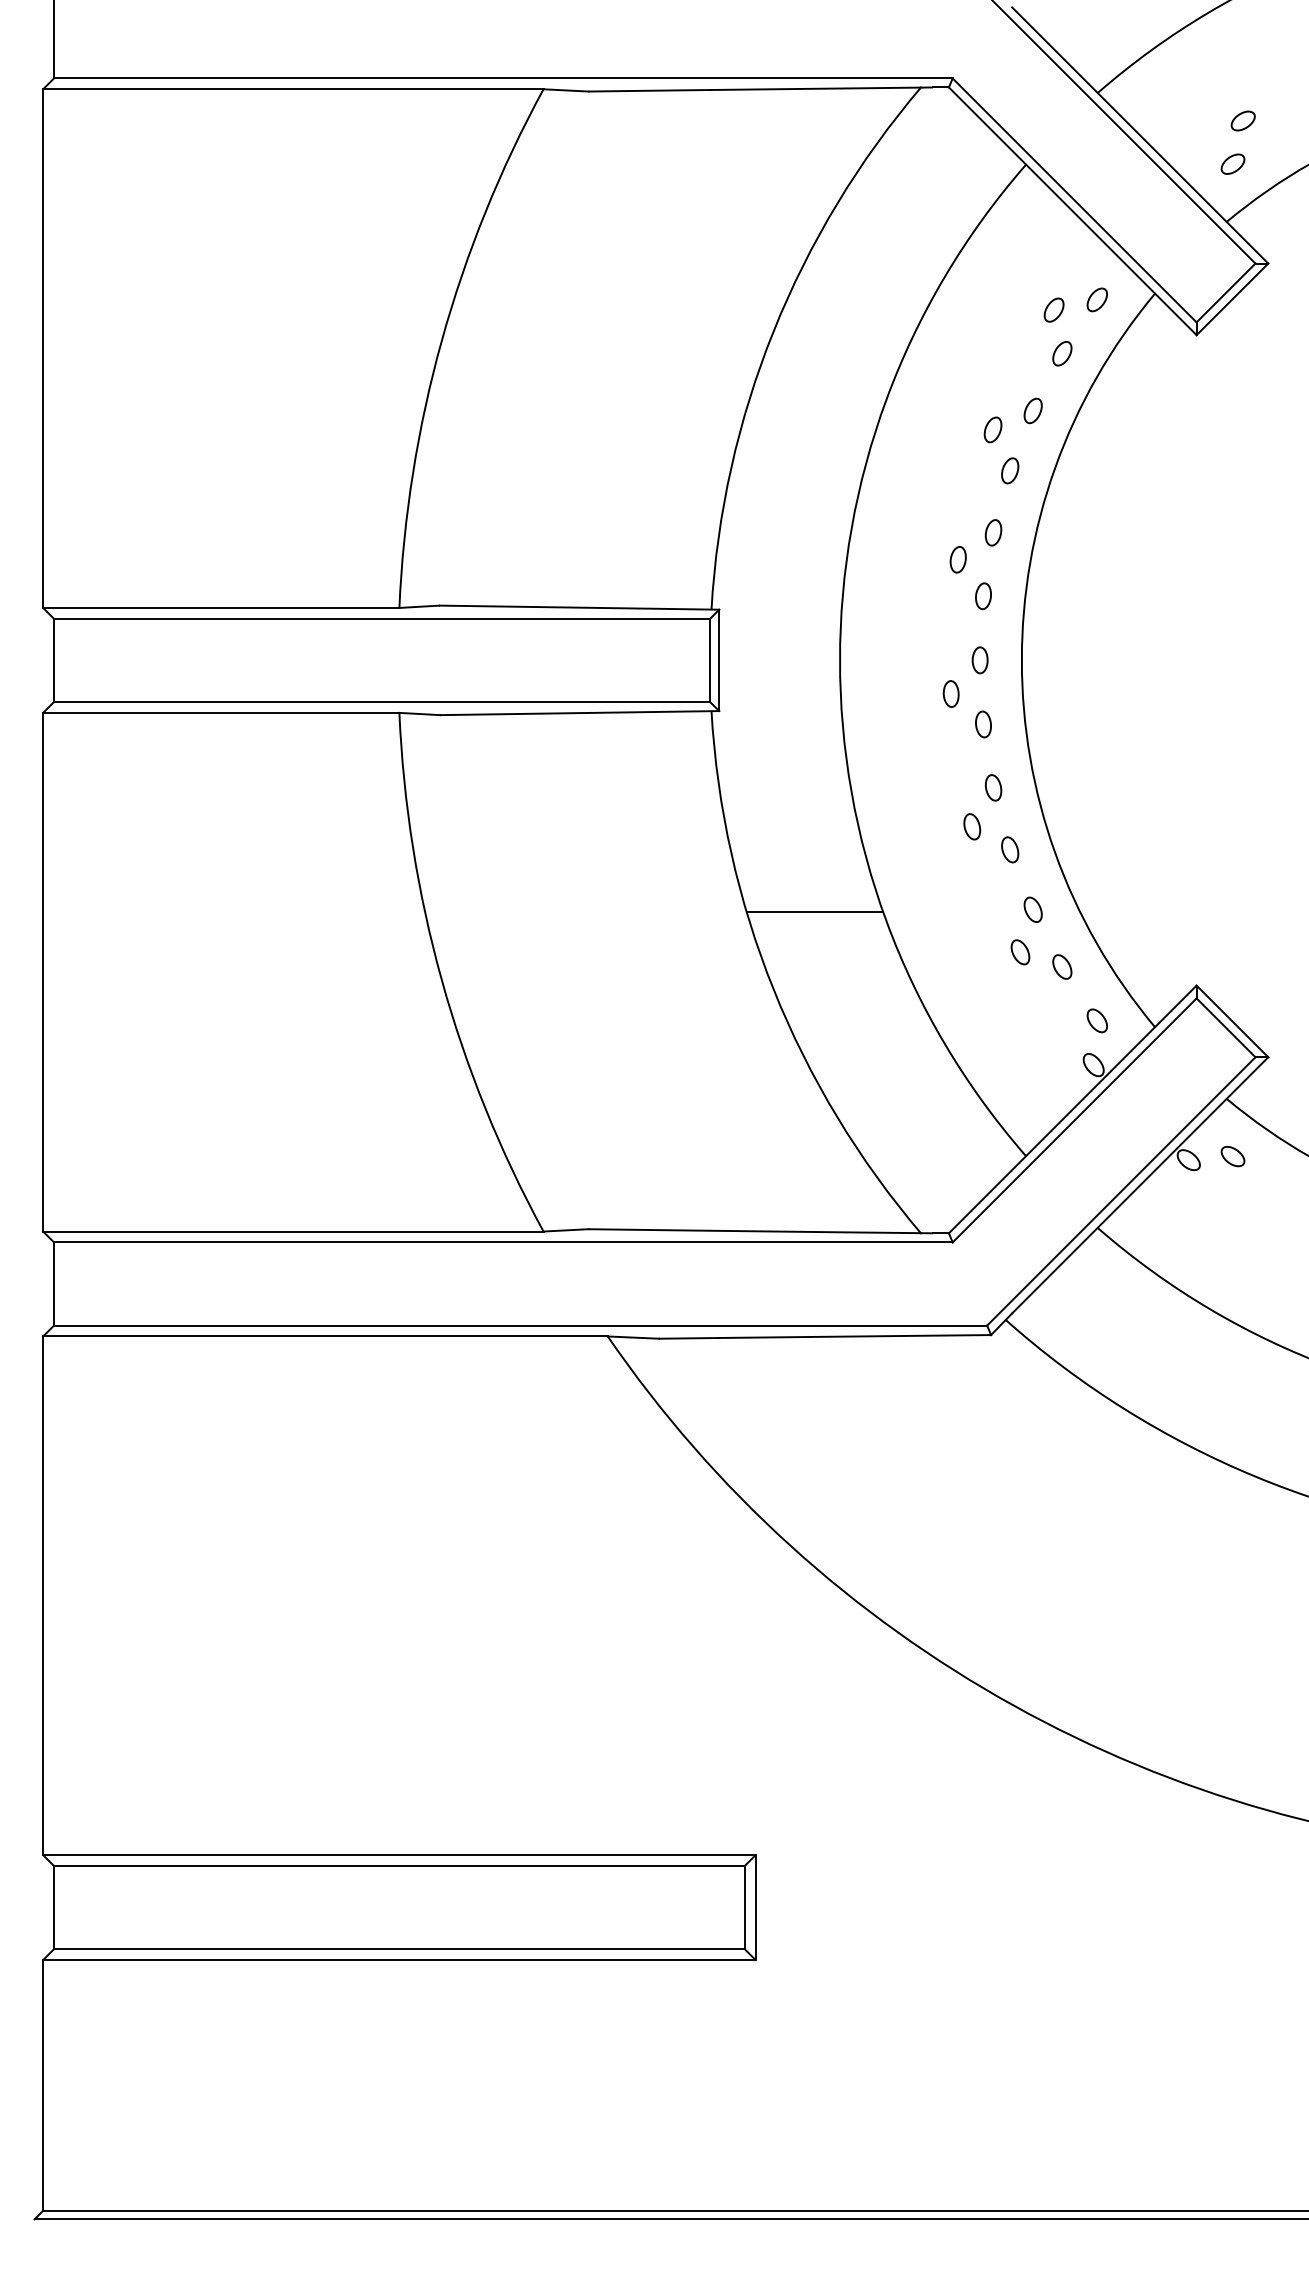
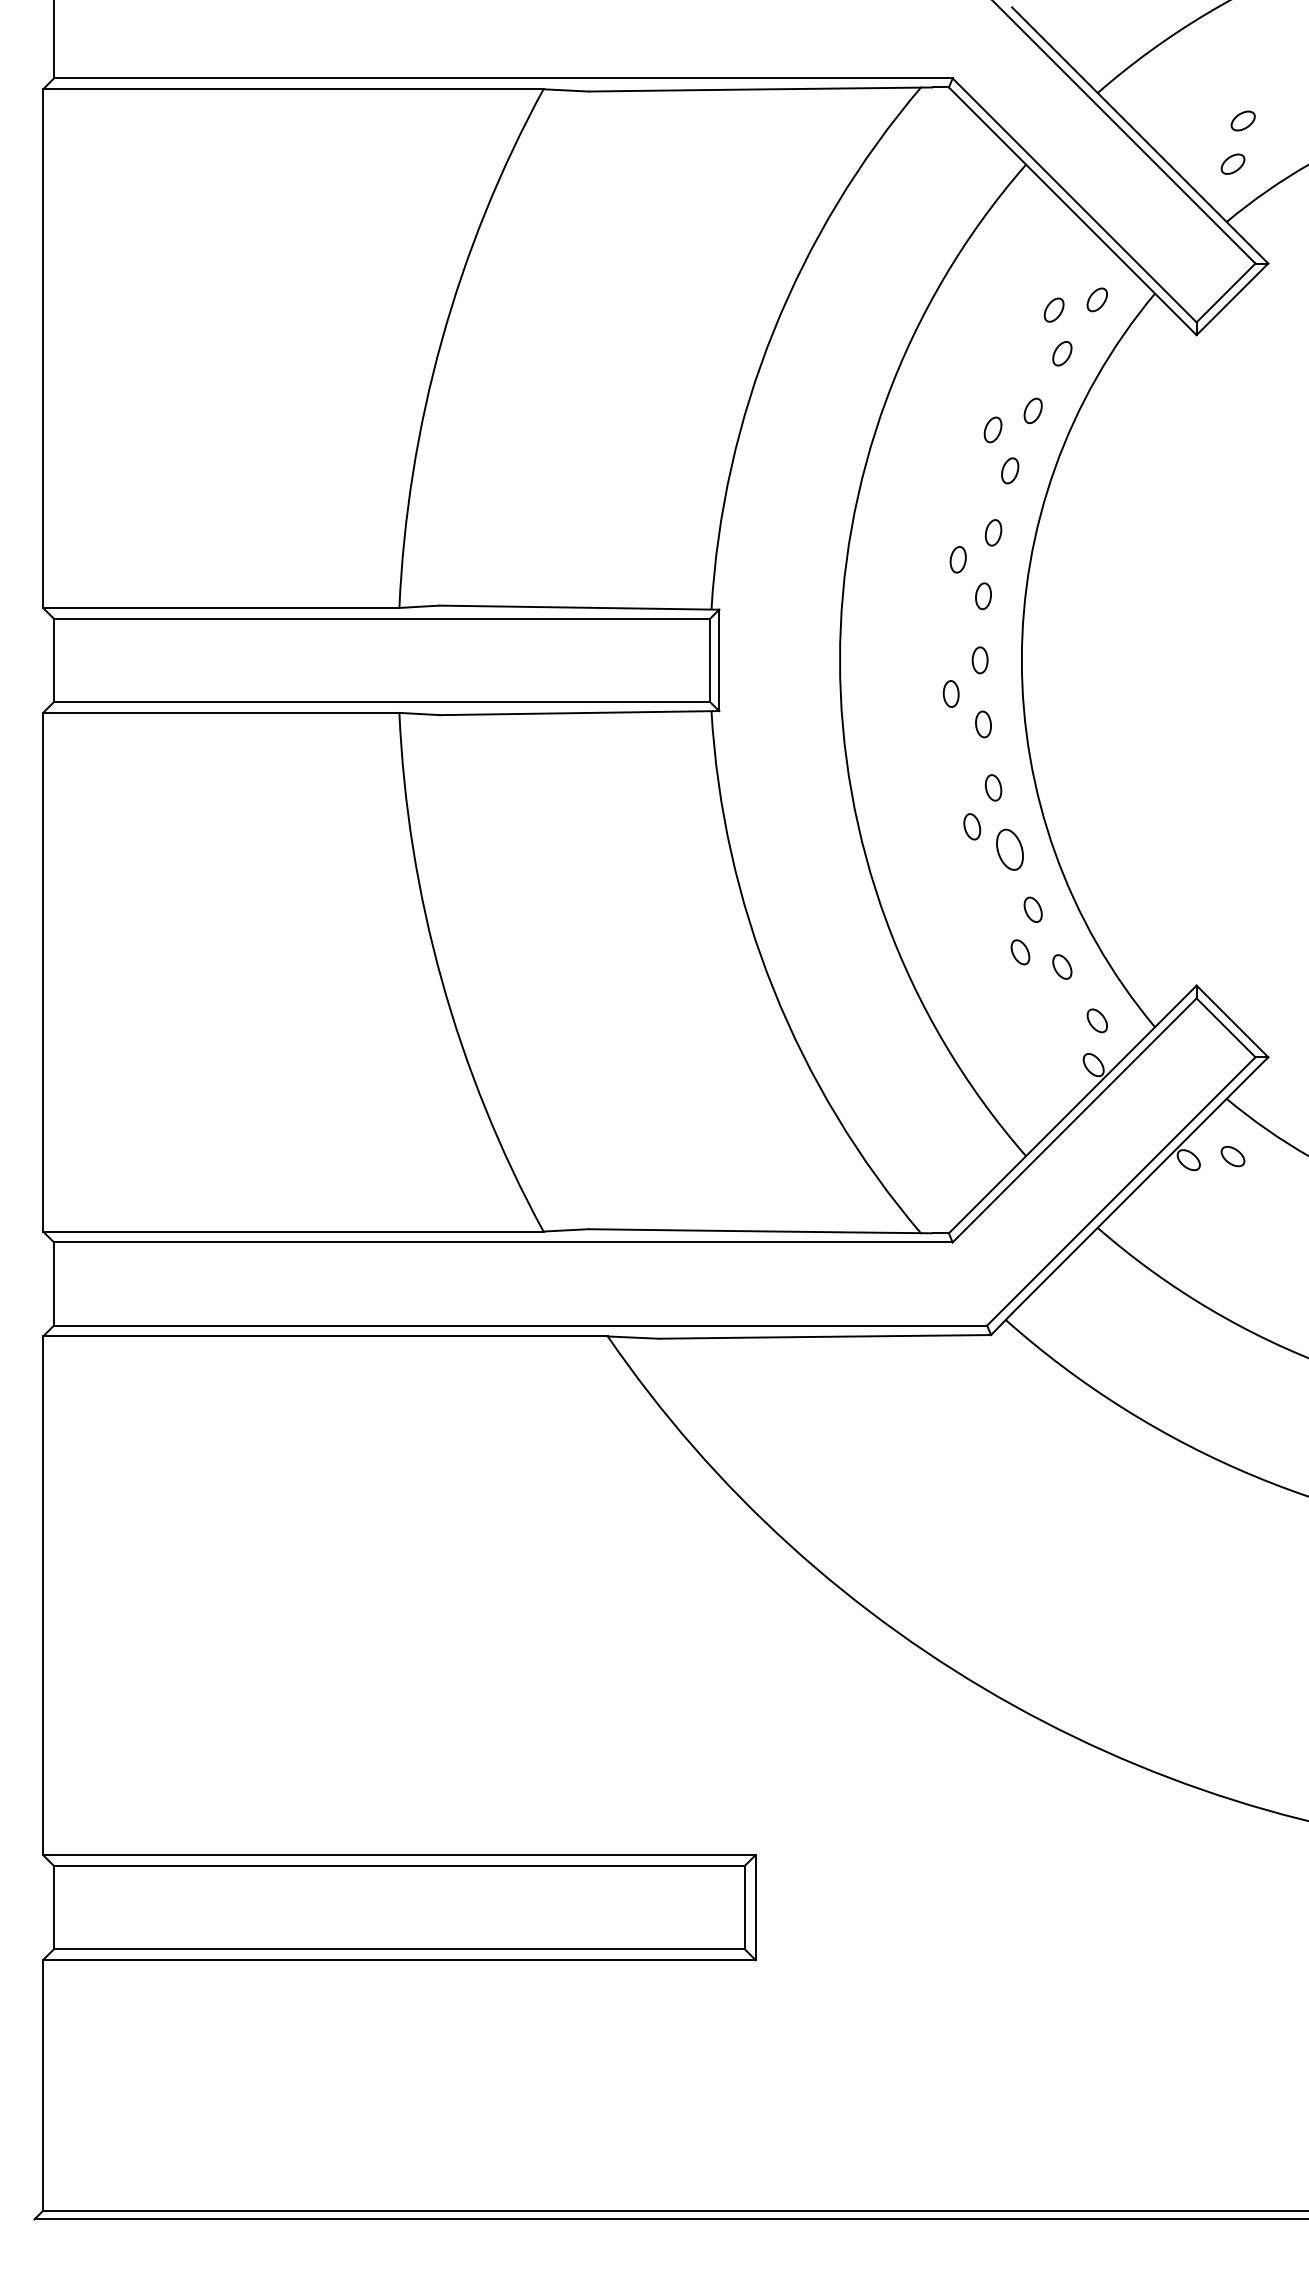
part at (1010, 849) size: 19x28 px -> 28x43 px
line at (814, 911): present -> none
